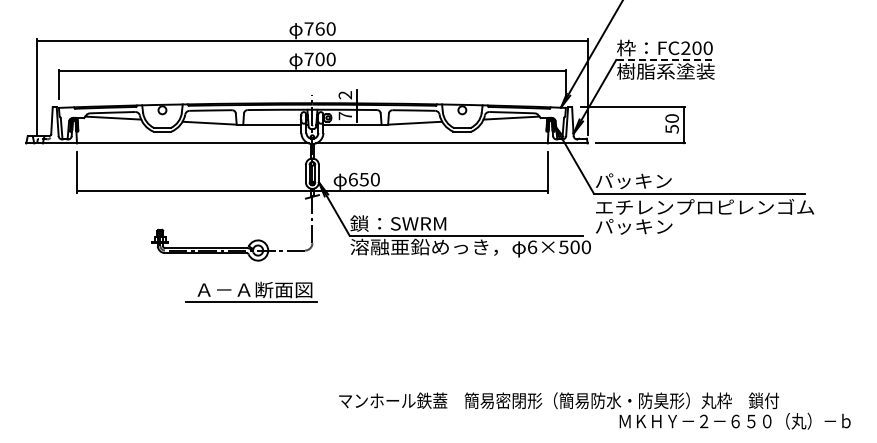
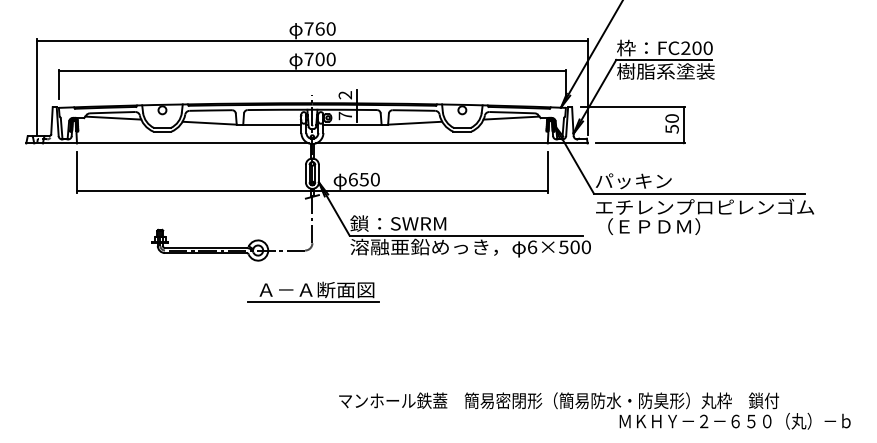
line at (664, 59): dashed -> solid
text at (648, 226): パッキン -> （ＥＰＤＭ）
part at (251, 291) position: (251, 291) -> (313, 291)
